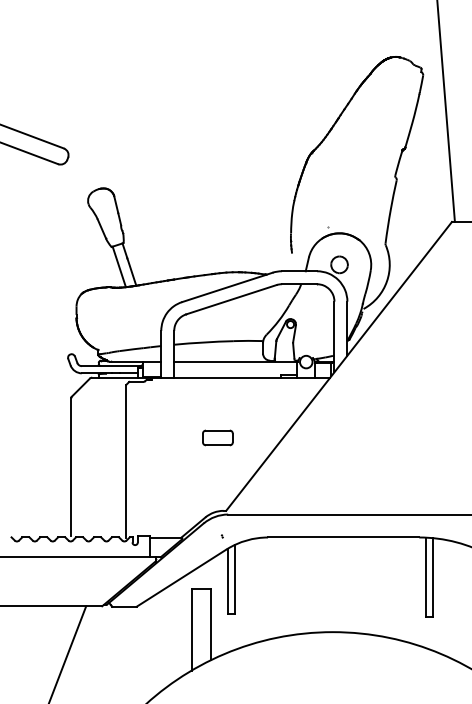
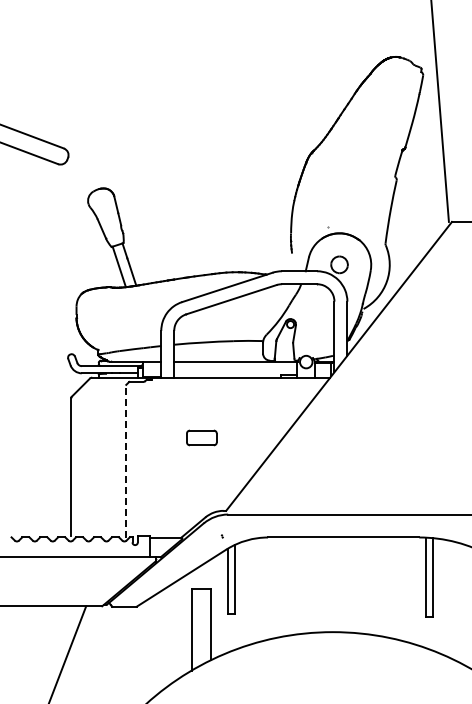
line at (445, 111) position: (445, 111) -> (439, 111)
part at (217, 437) position: (217, 437) -> (201, 437)
line at (126, 460): solid -> dashed
